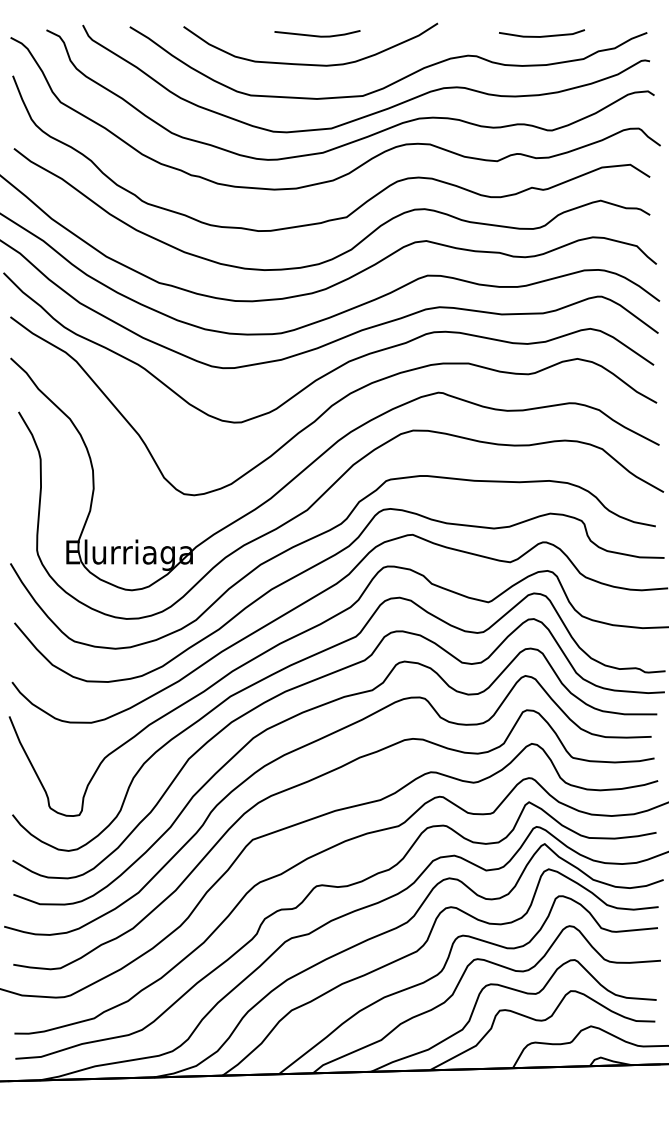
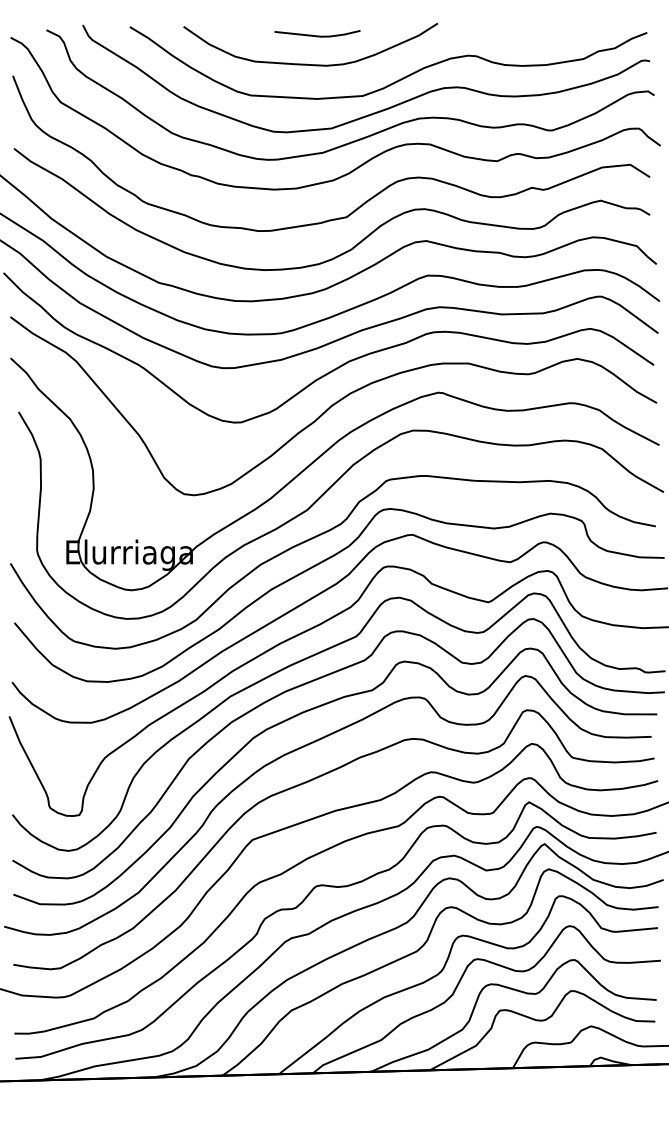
line at (542, 35): present -> none
